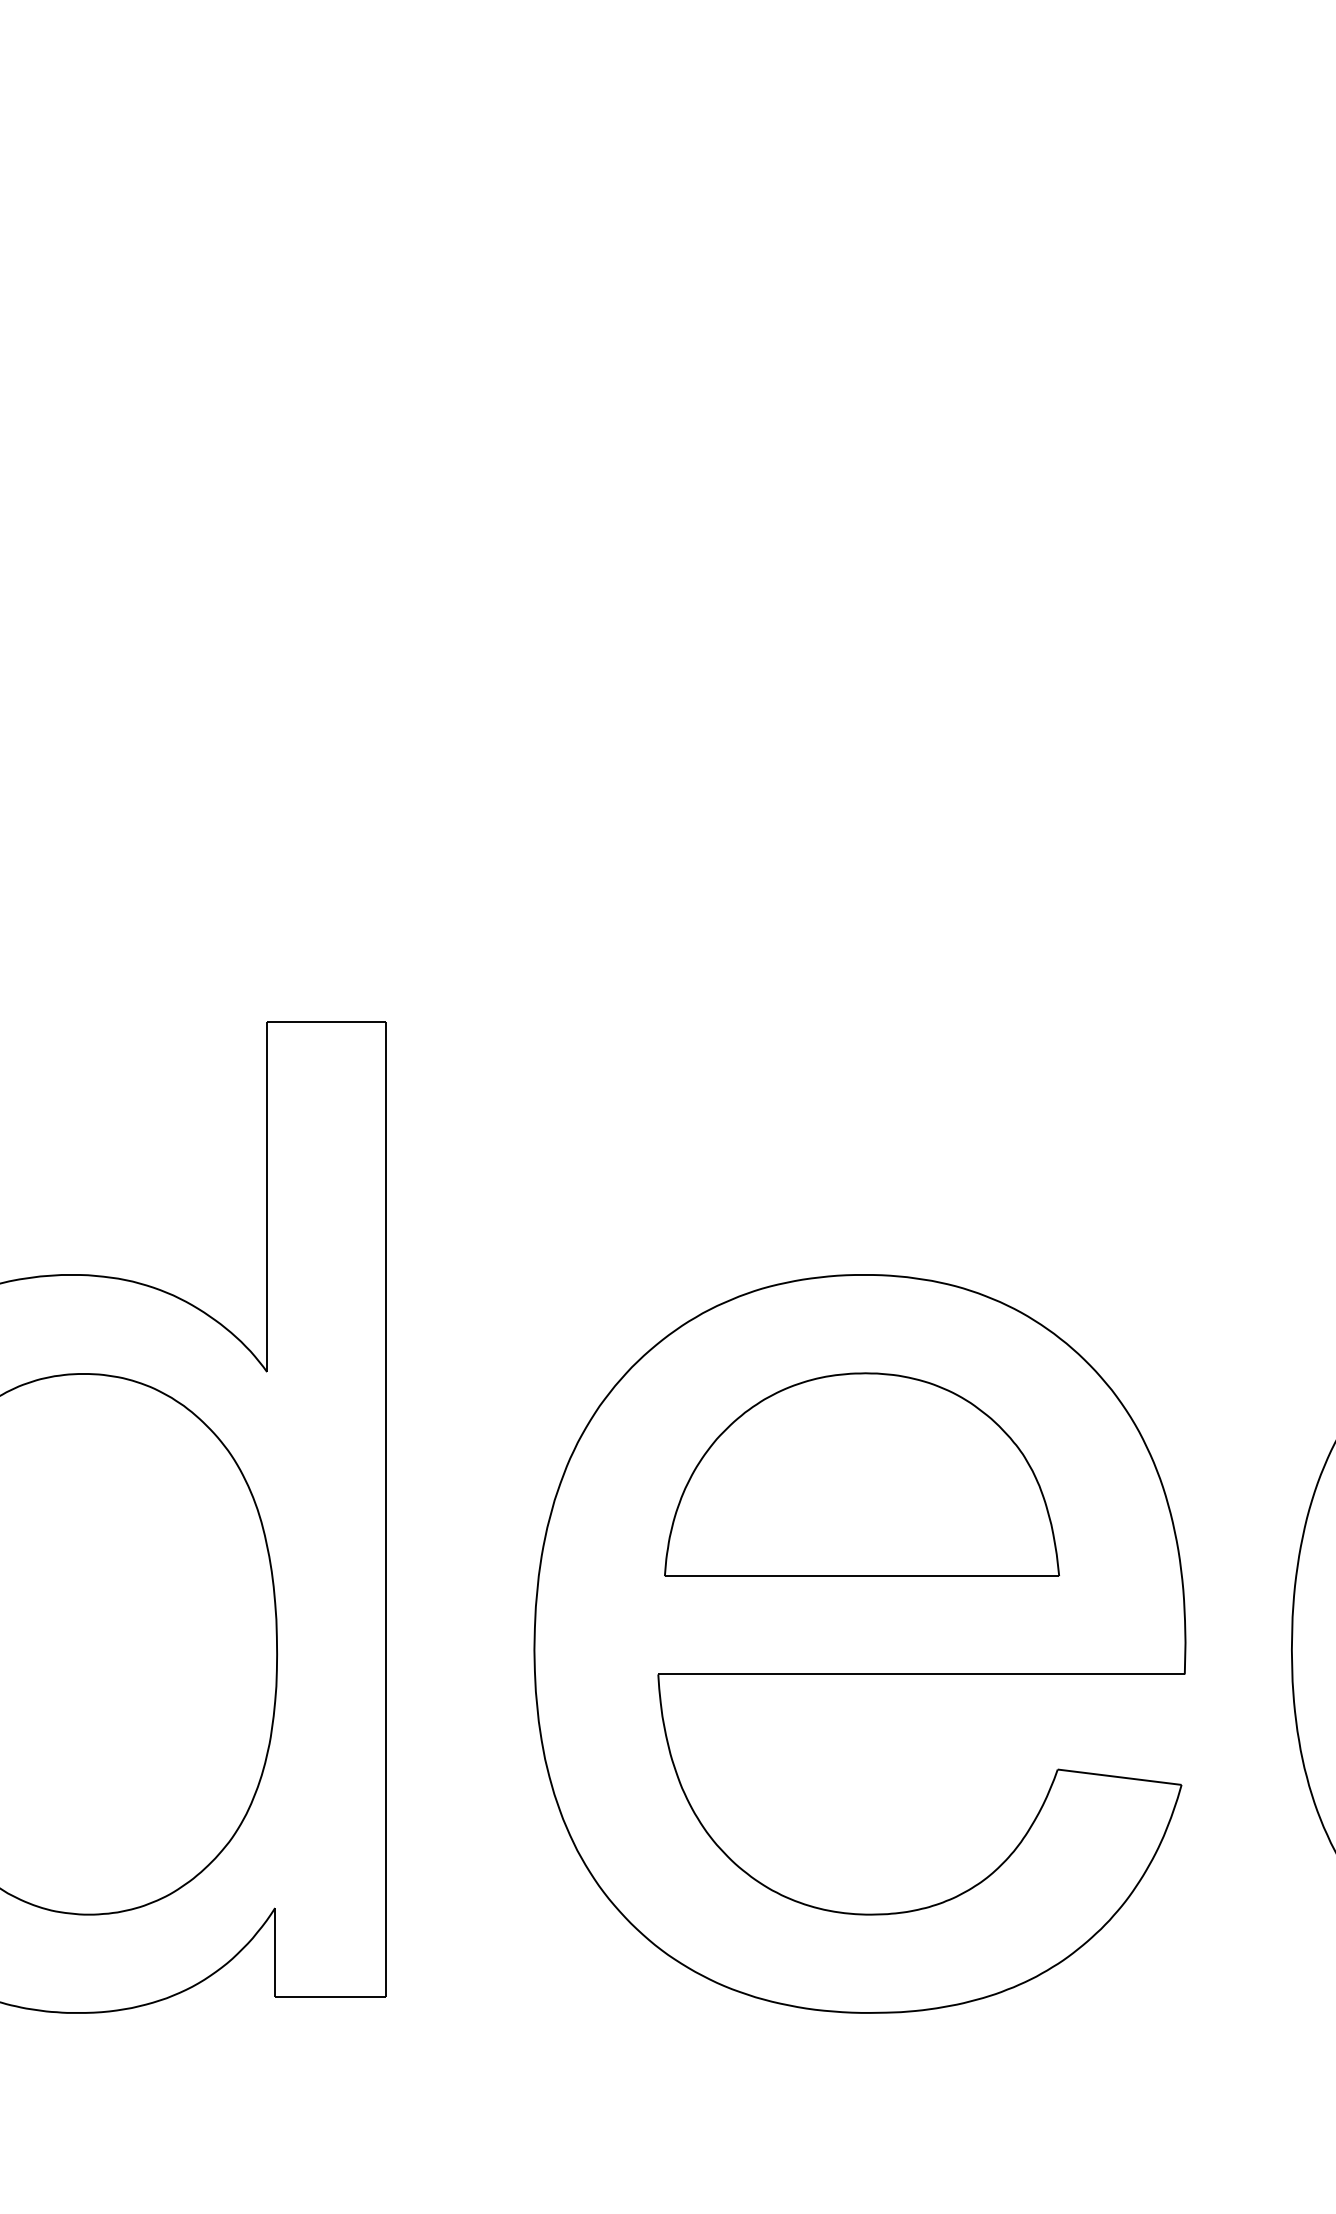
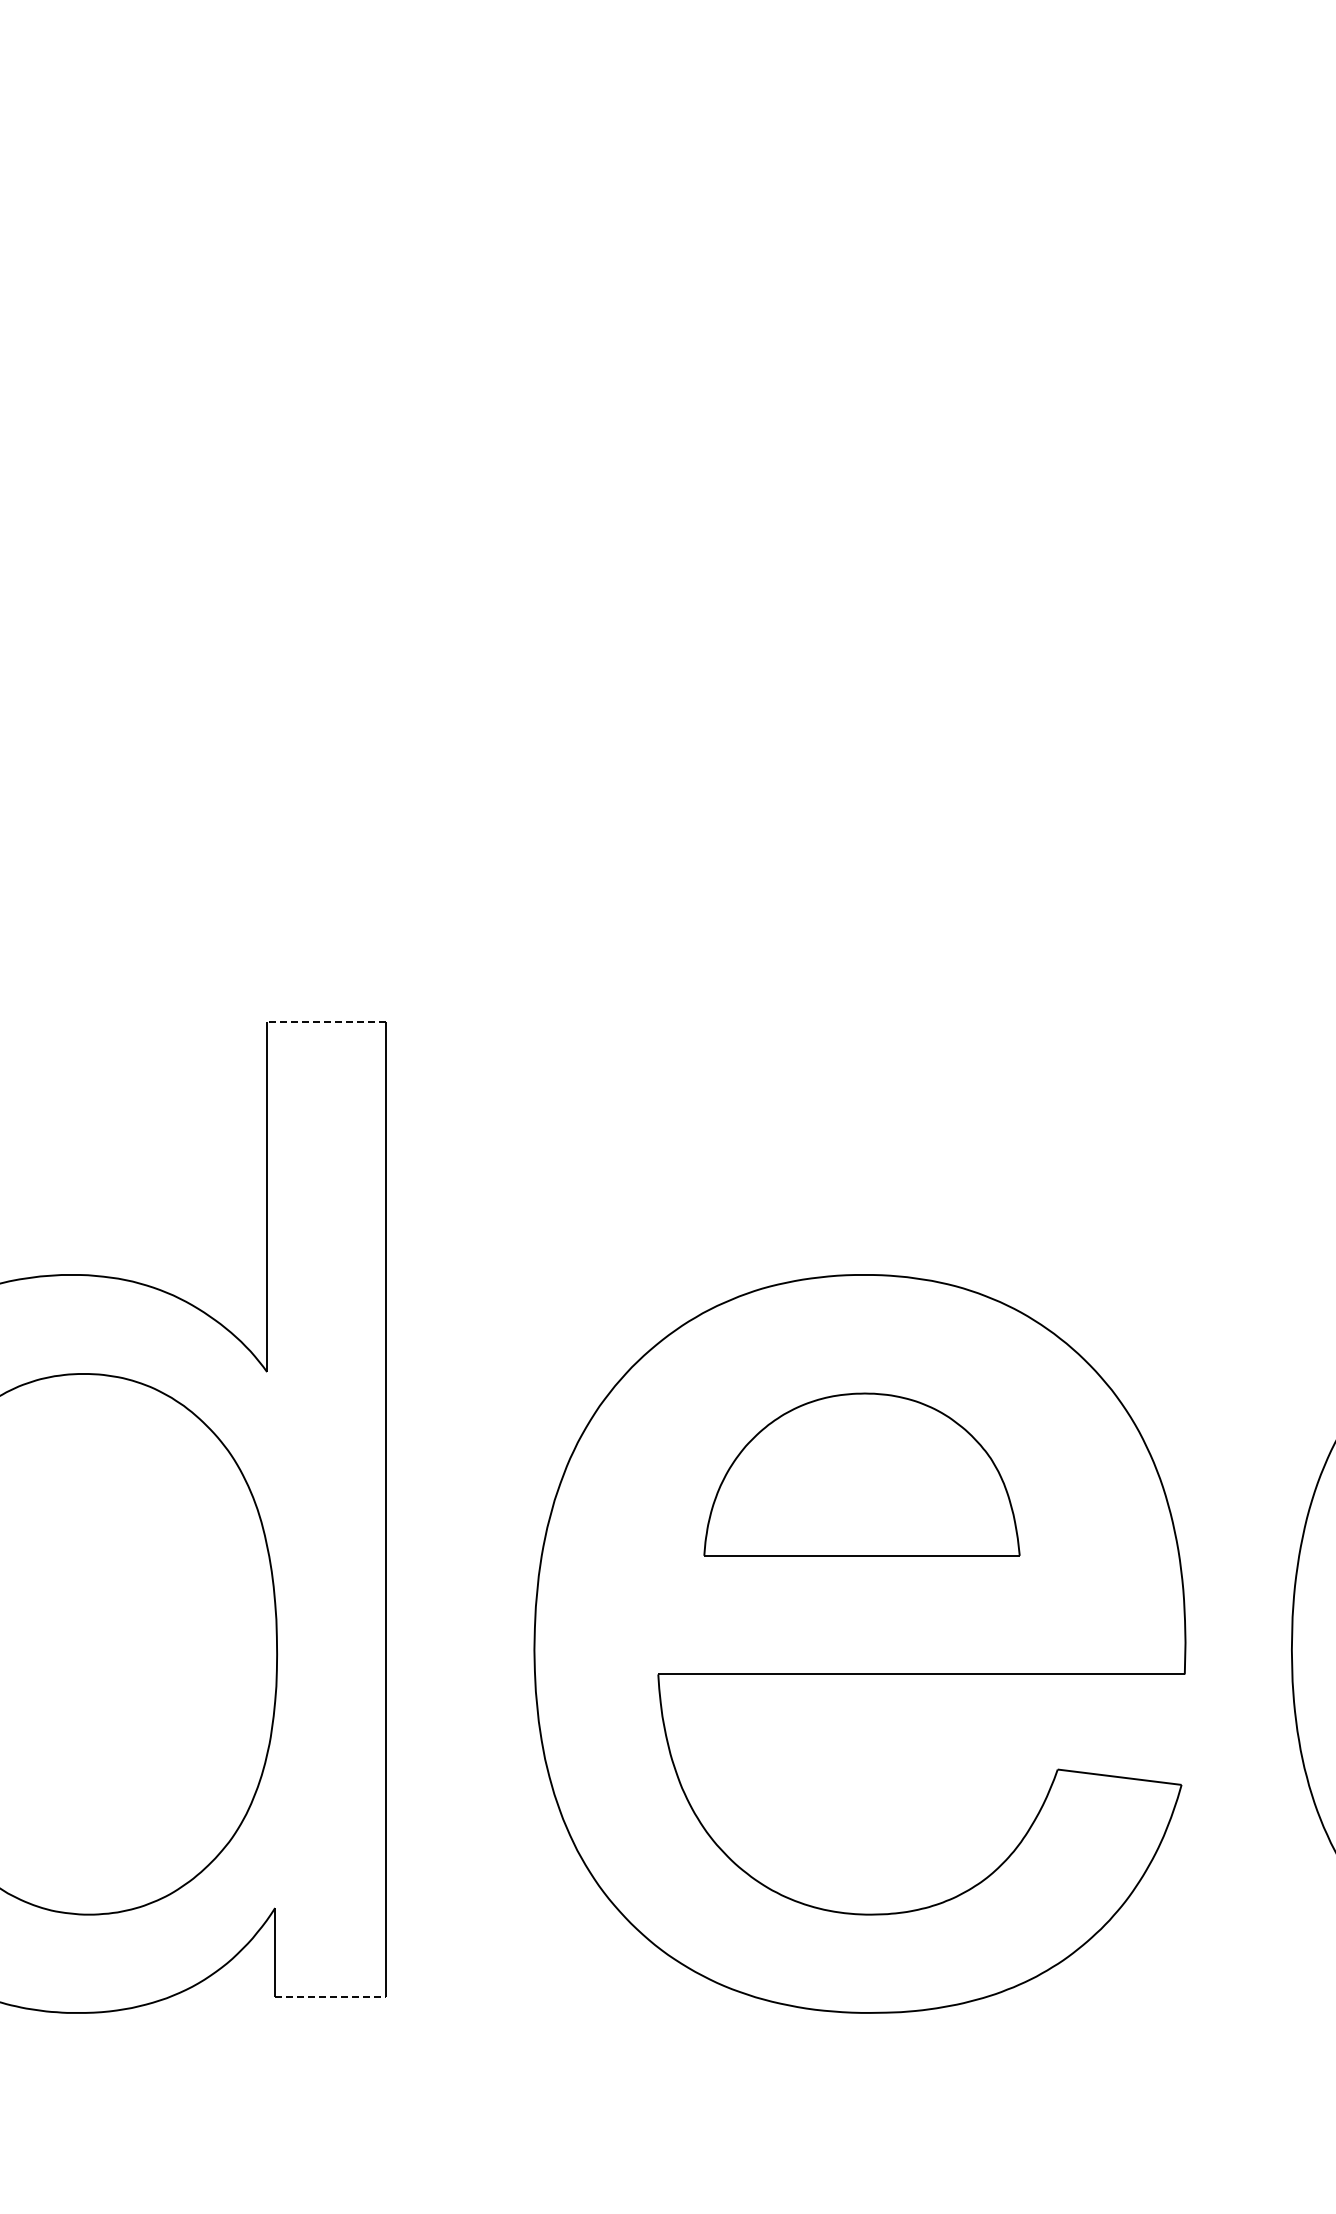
line at (326, 1022): solid -> dashed
part at (861, 1474) size: 396x205 px -> 318x165 px
line at (331, 1997): solid -> dashed
